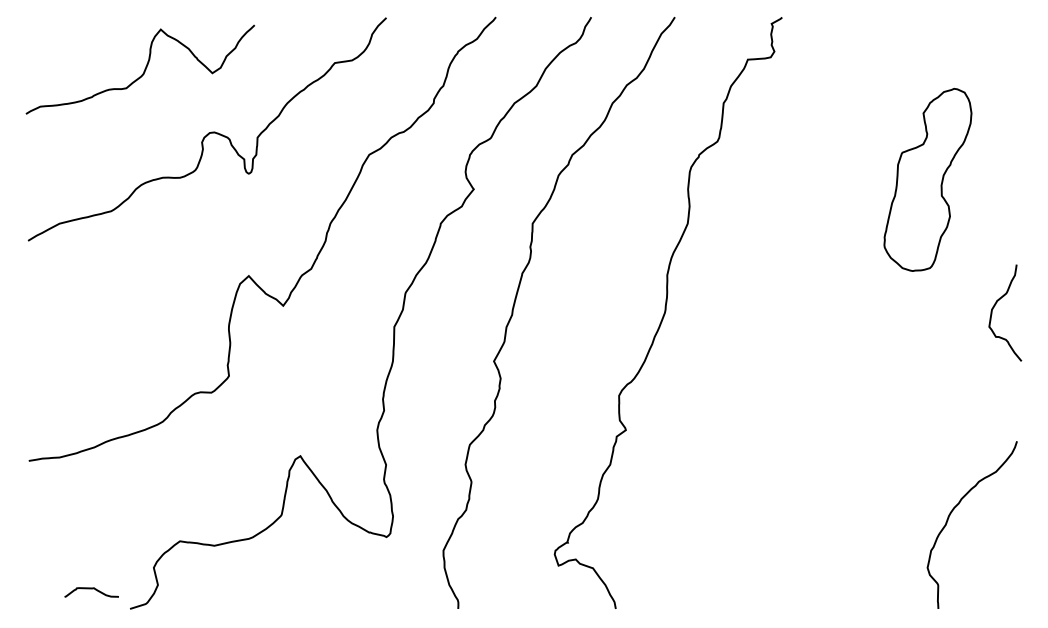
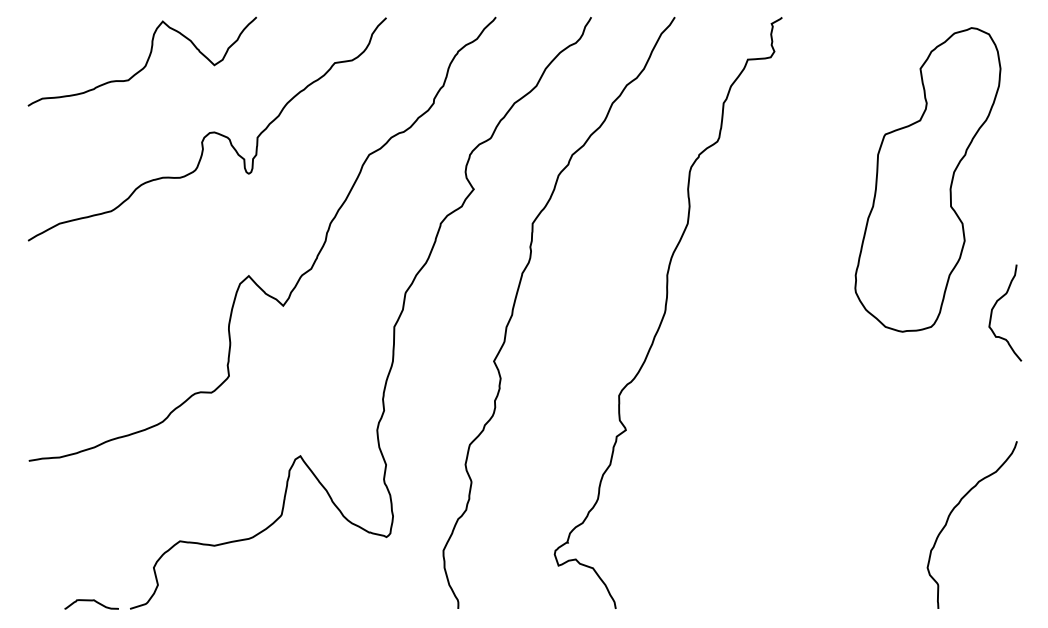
curve at (143, 71) position: (143, 71) -> (145, 63)
part at (927, 179) size: 90x184 px -> 148x306 px
curve at (91, 589) position: (91, 589) -> (91, 601)
